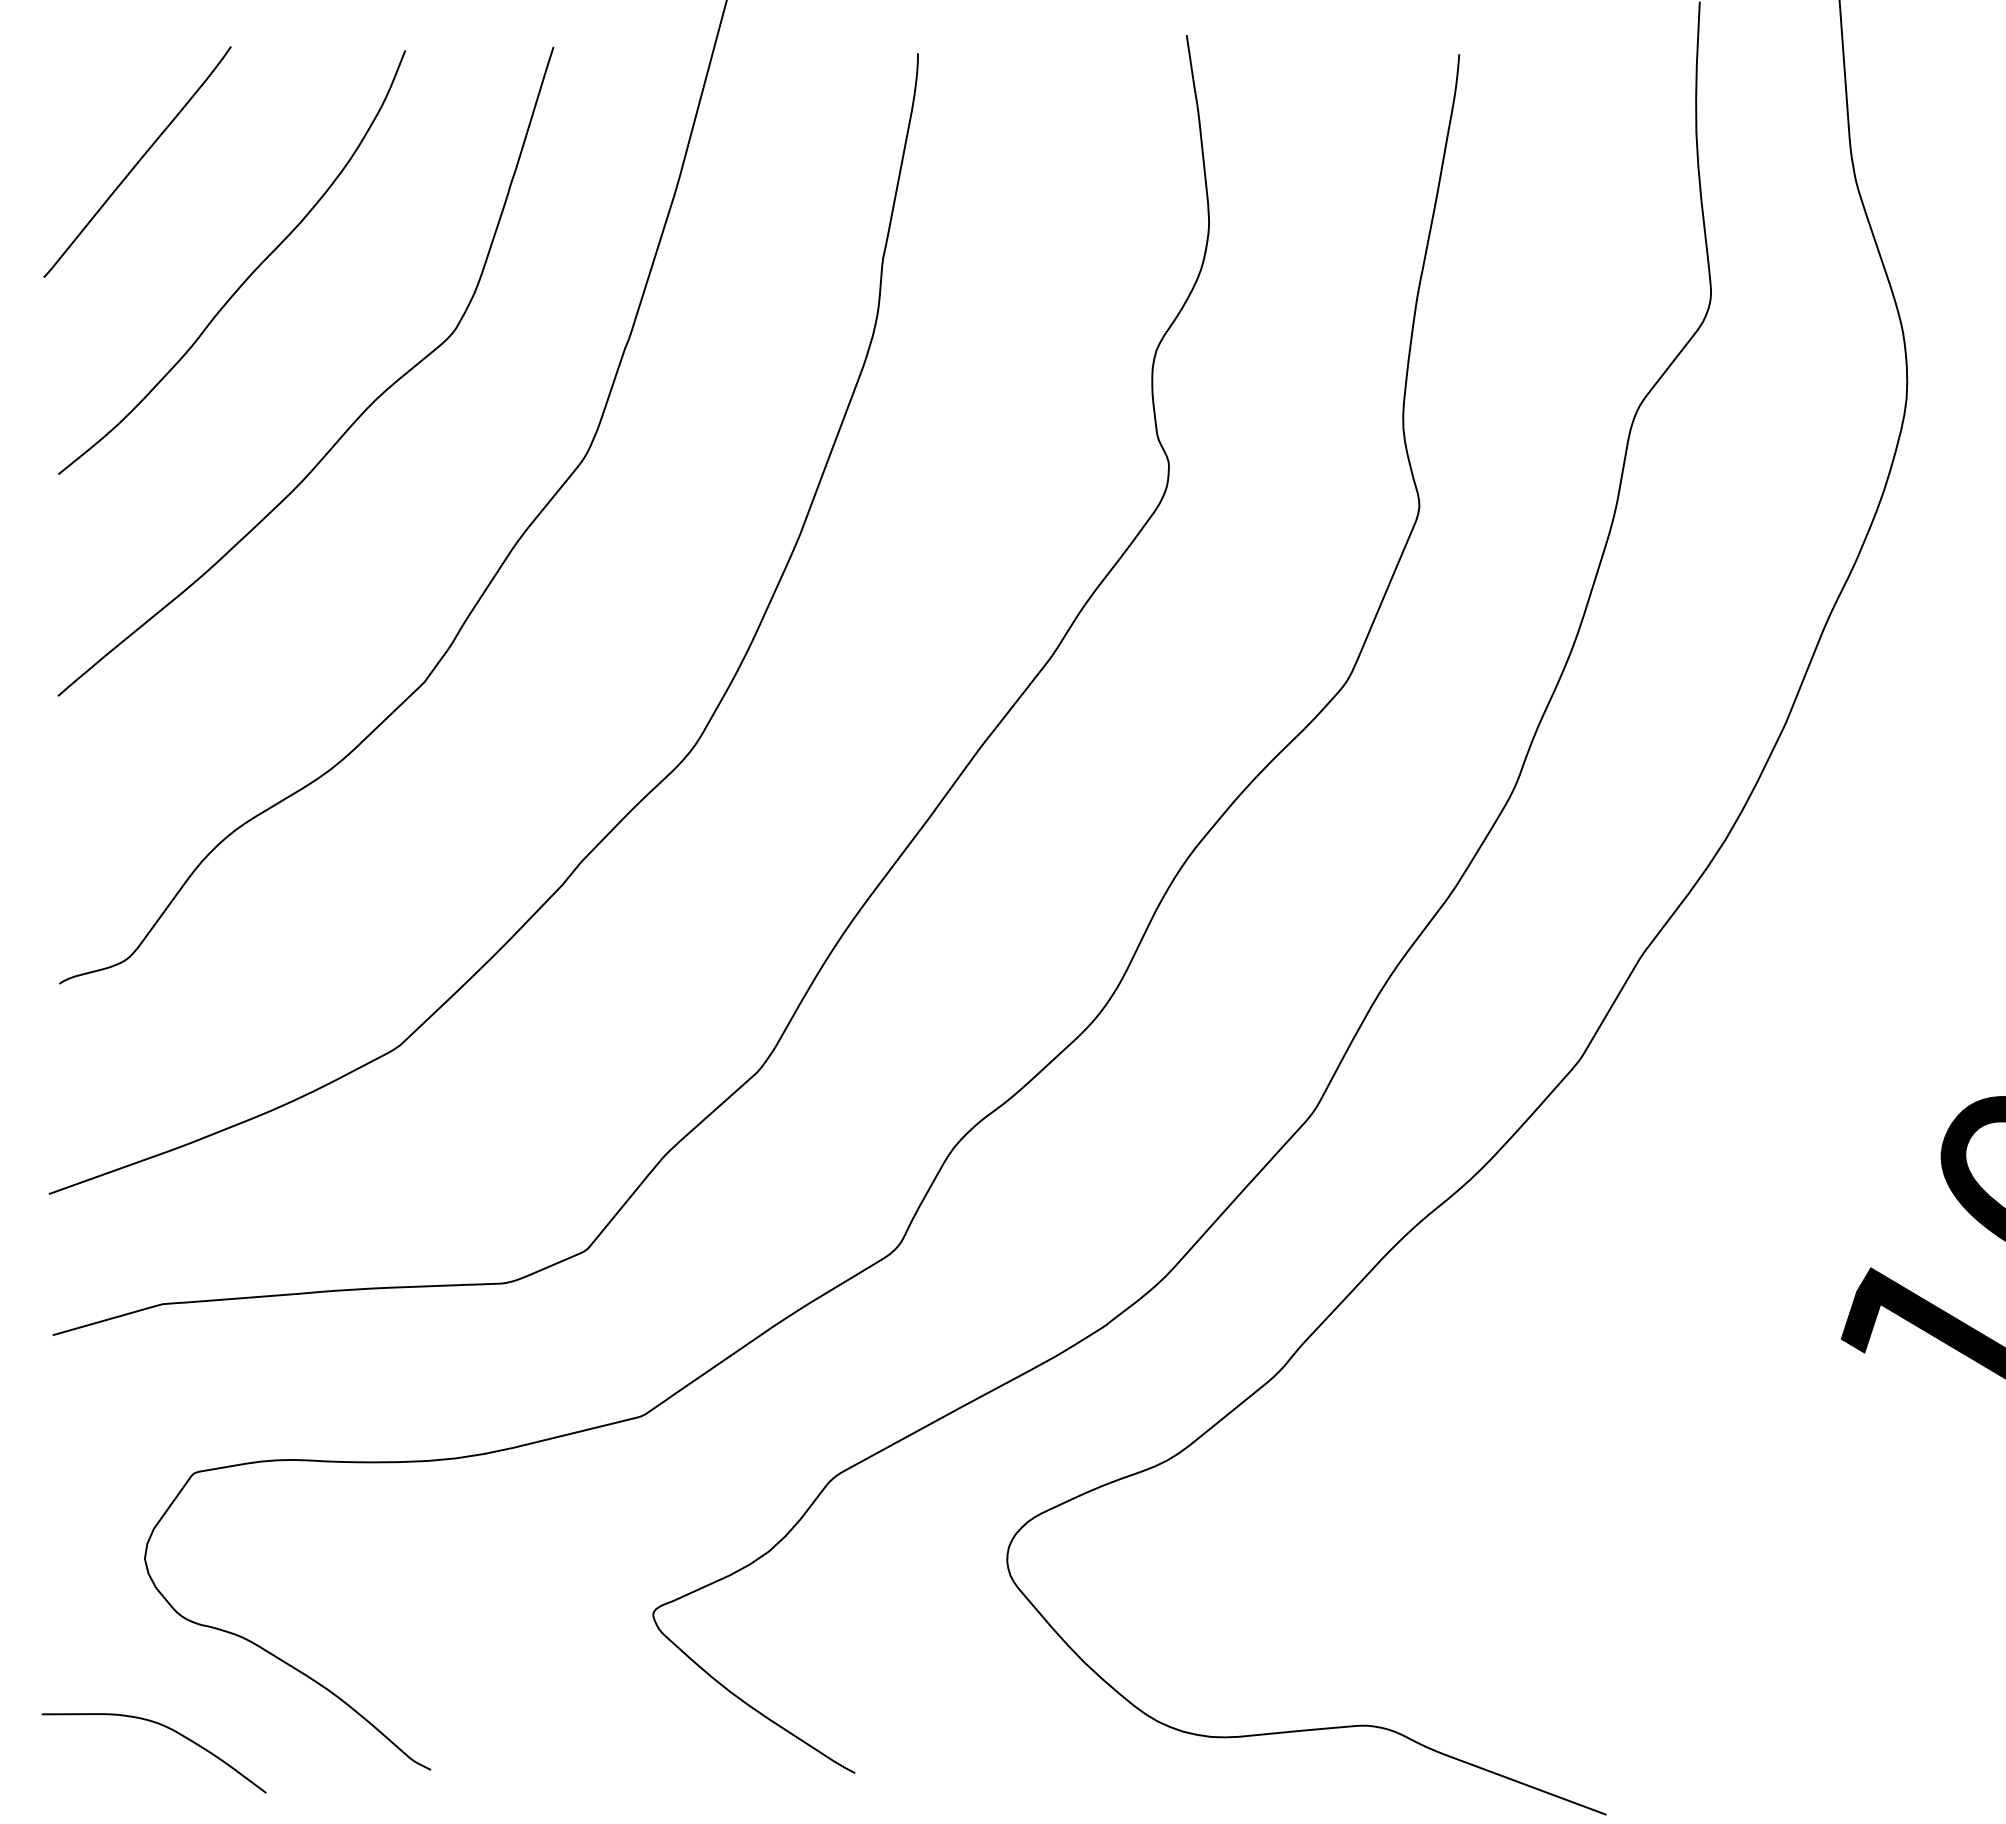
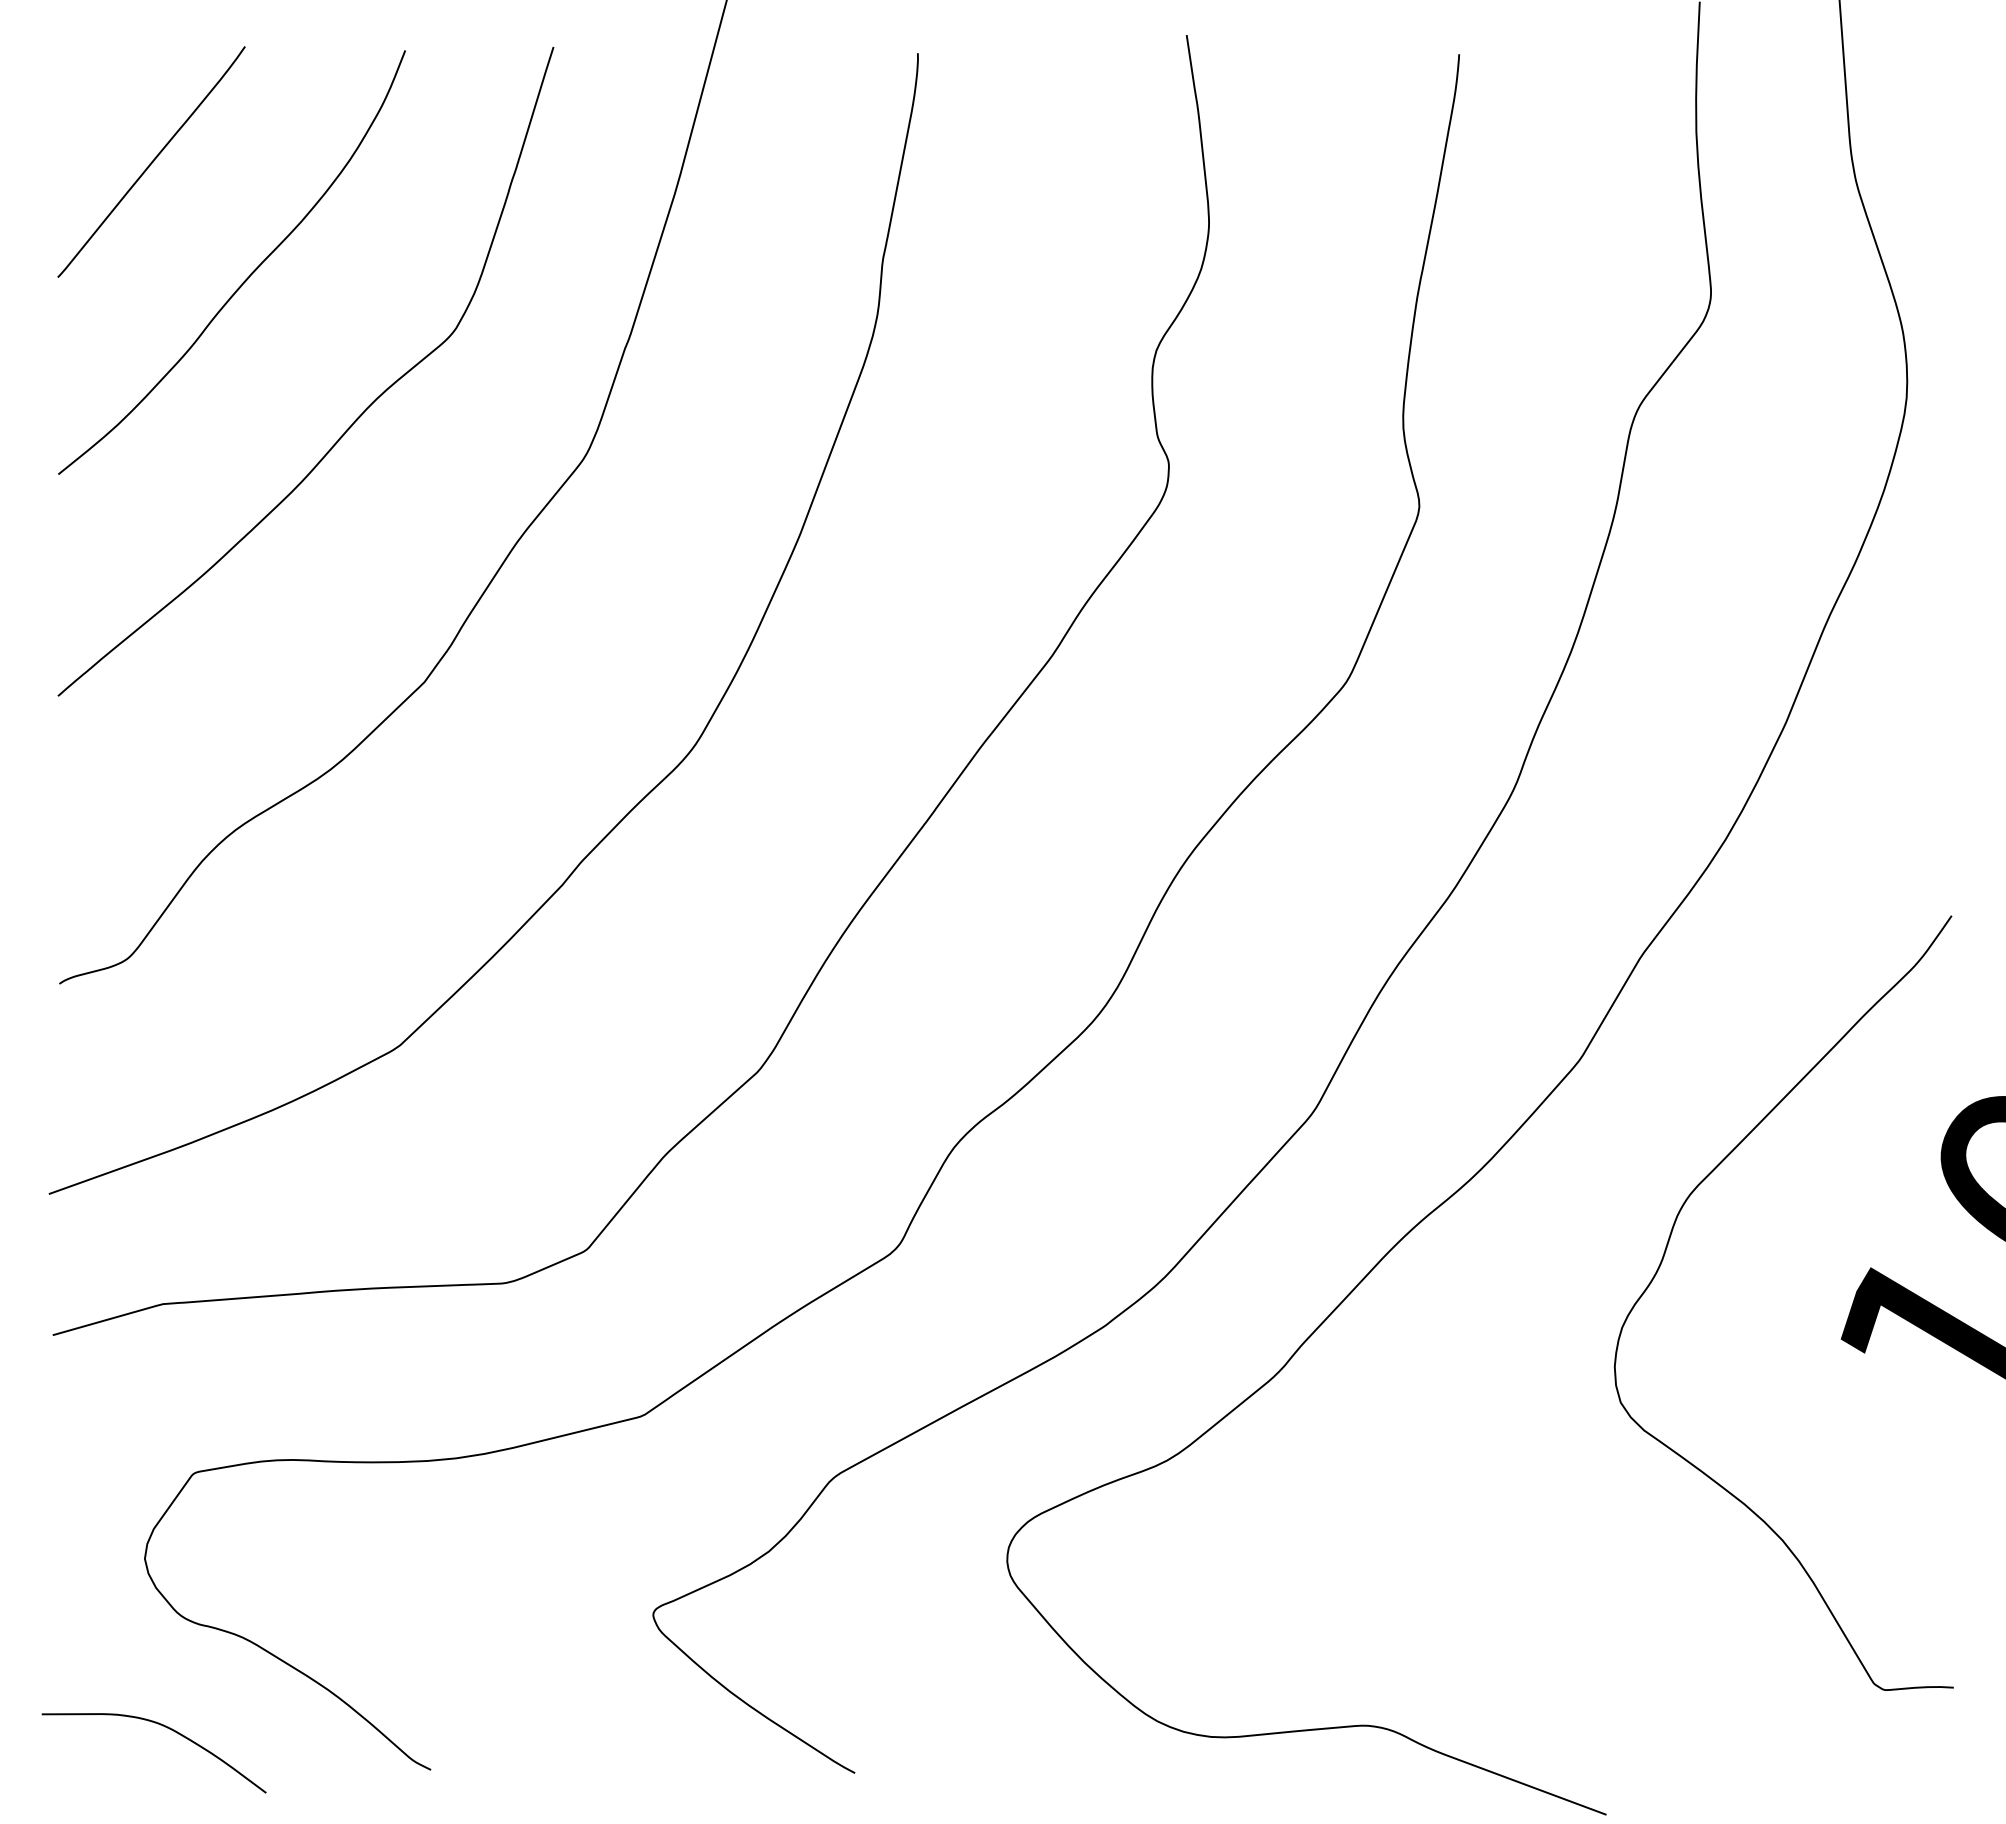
curve at (137, 161) position: (137, 161) -> (151, 161)
curve at (1664, 1257): none -> present
